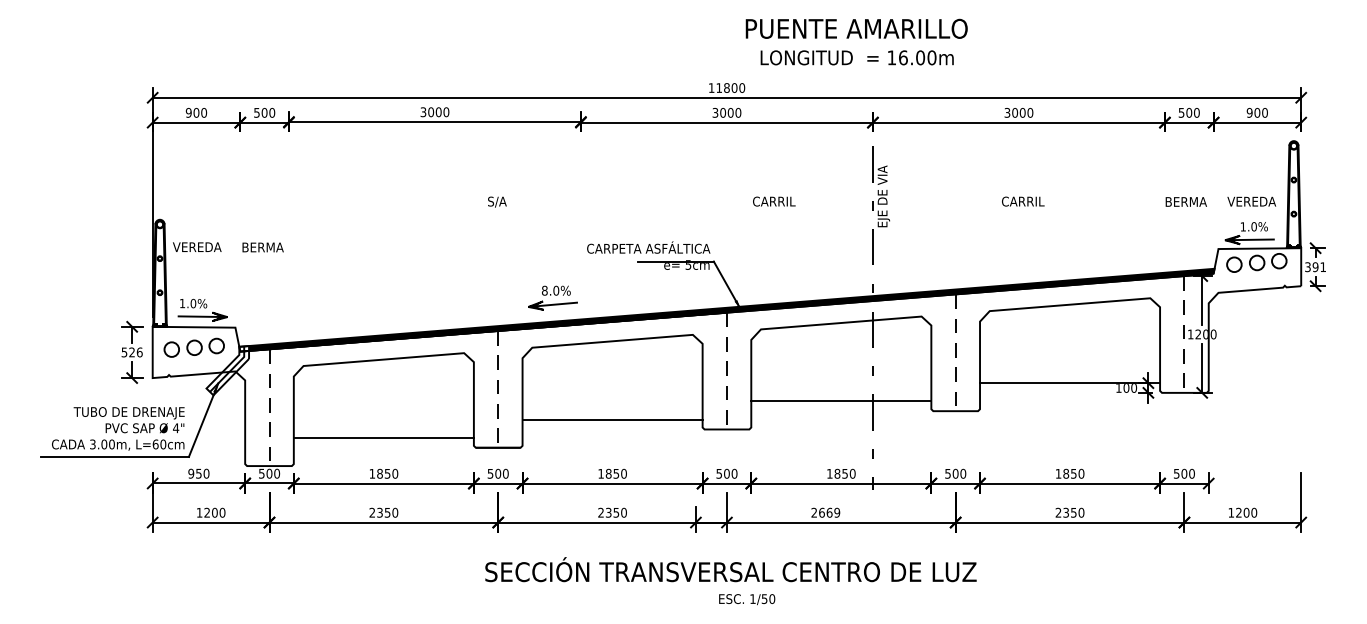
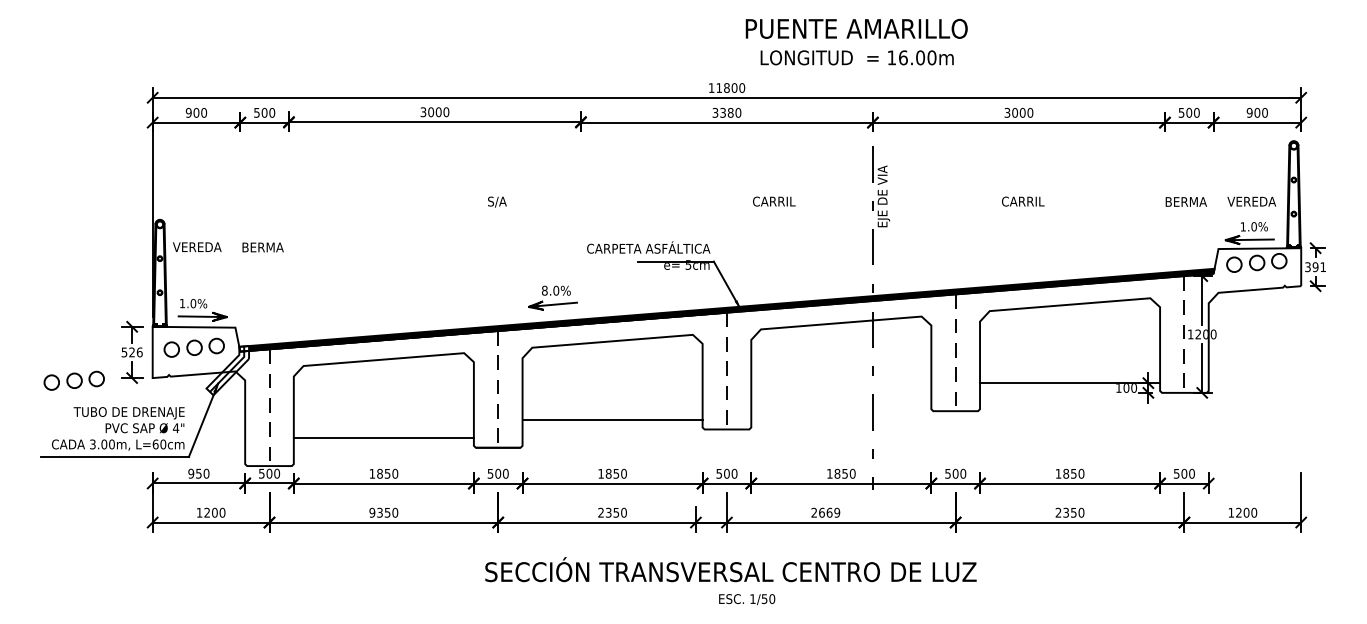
text at (726, 112): 3000 -> 3380
part at (73, 380): none -> present
line at (841, 401): present -> none
text at (372, 512): 2350 -> 9350
